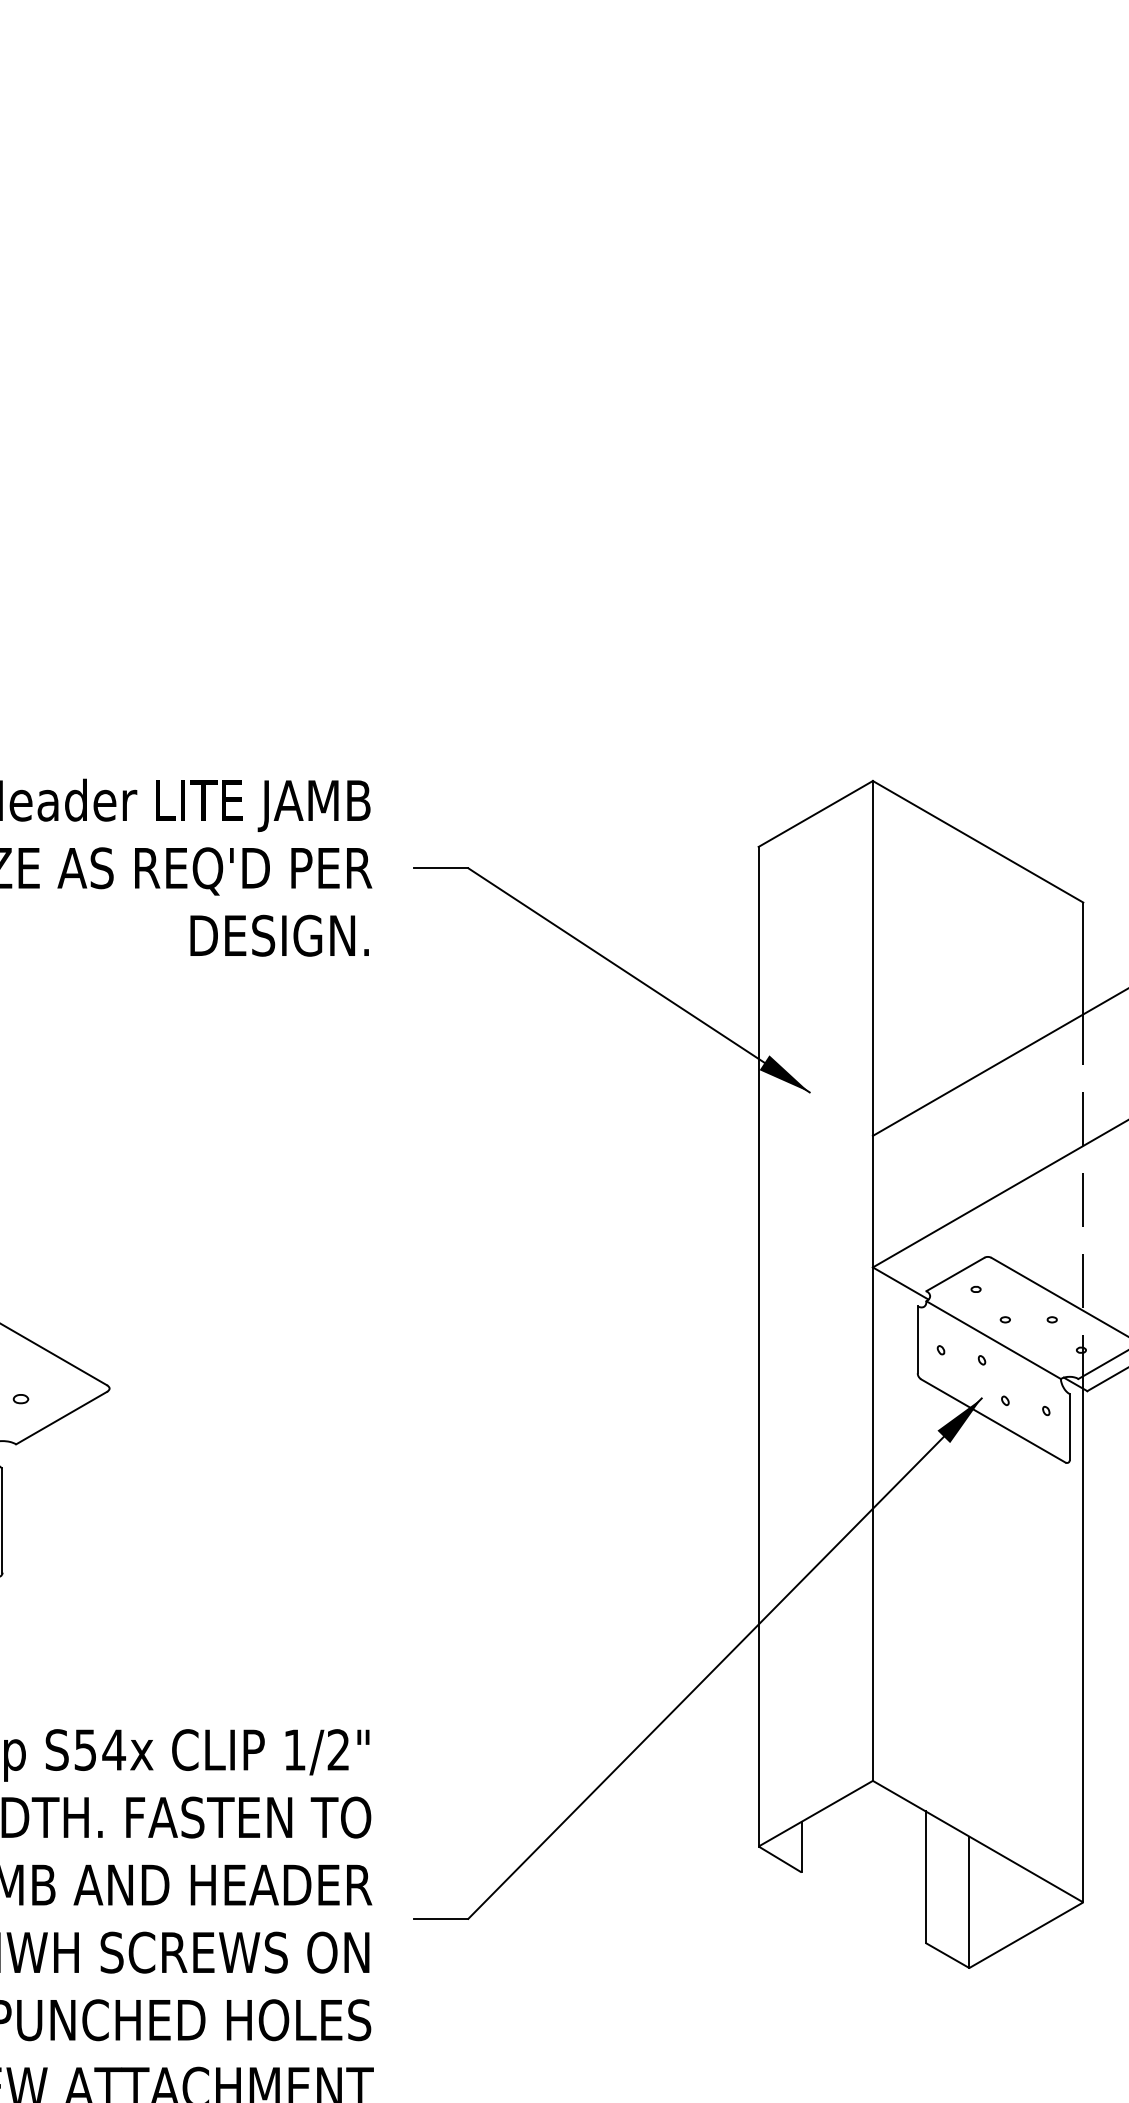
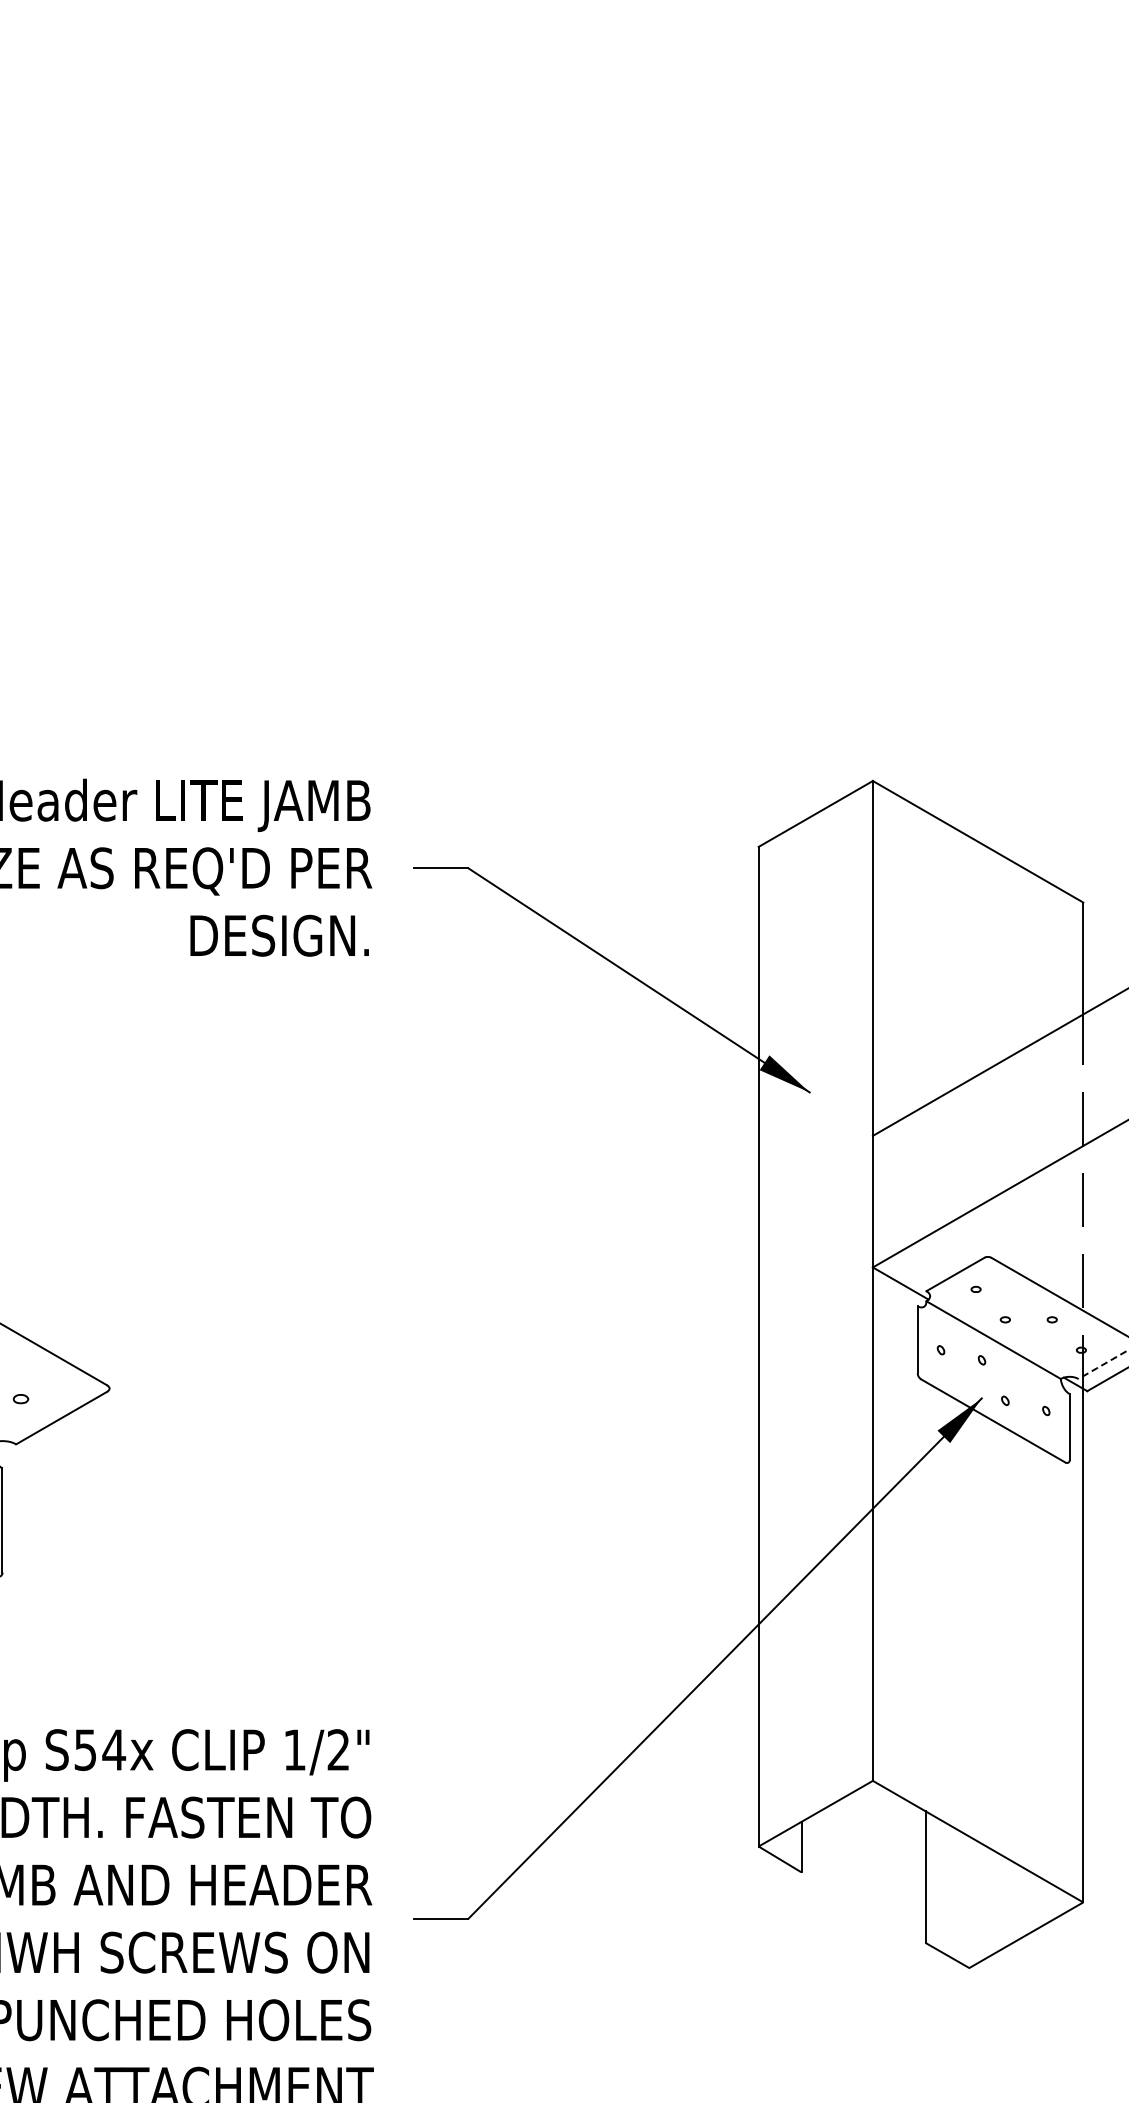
line at (1103, 1364): solid -> dashed
line at (969, 1902): present -> none
